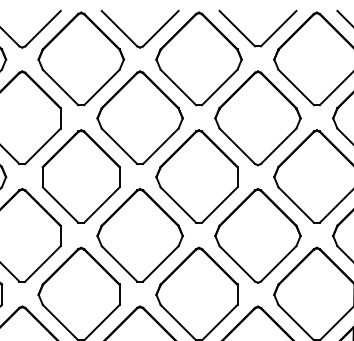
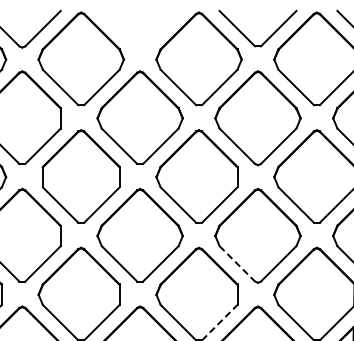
part at (129, 37): present -> none
line at (237, 264): solid -> dashed
line at (220, 322): solid -> dashed
